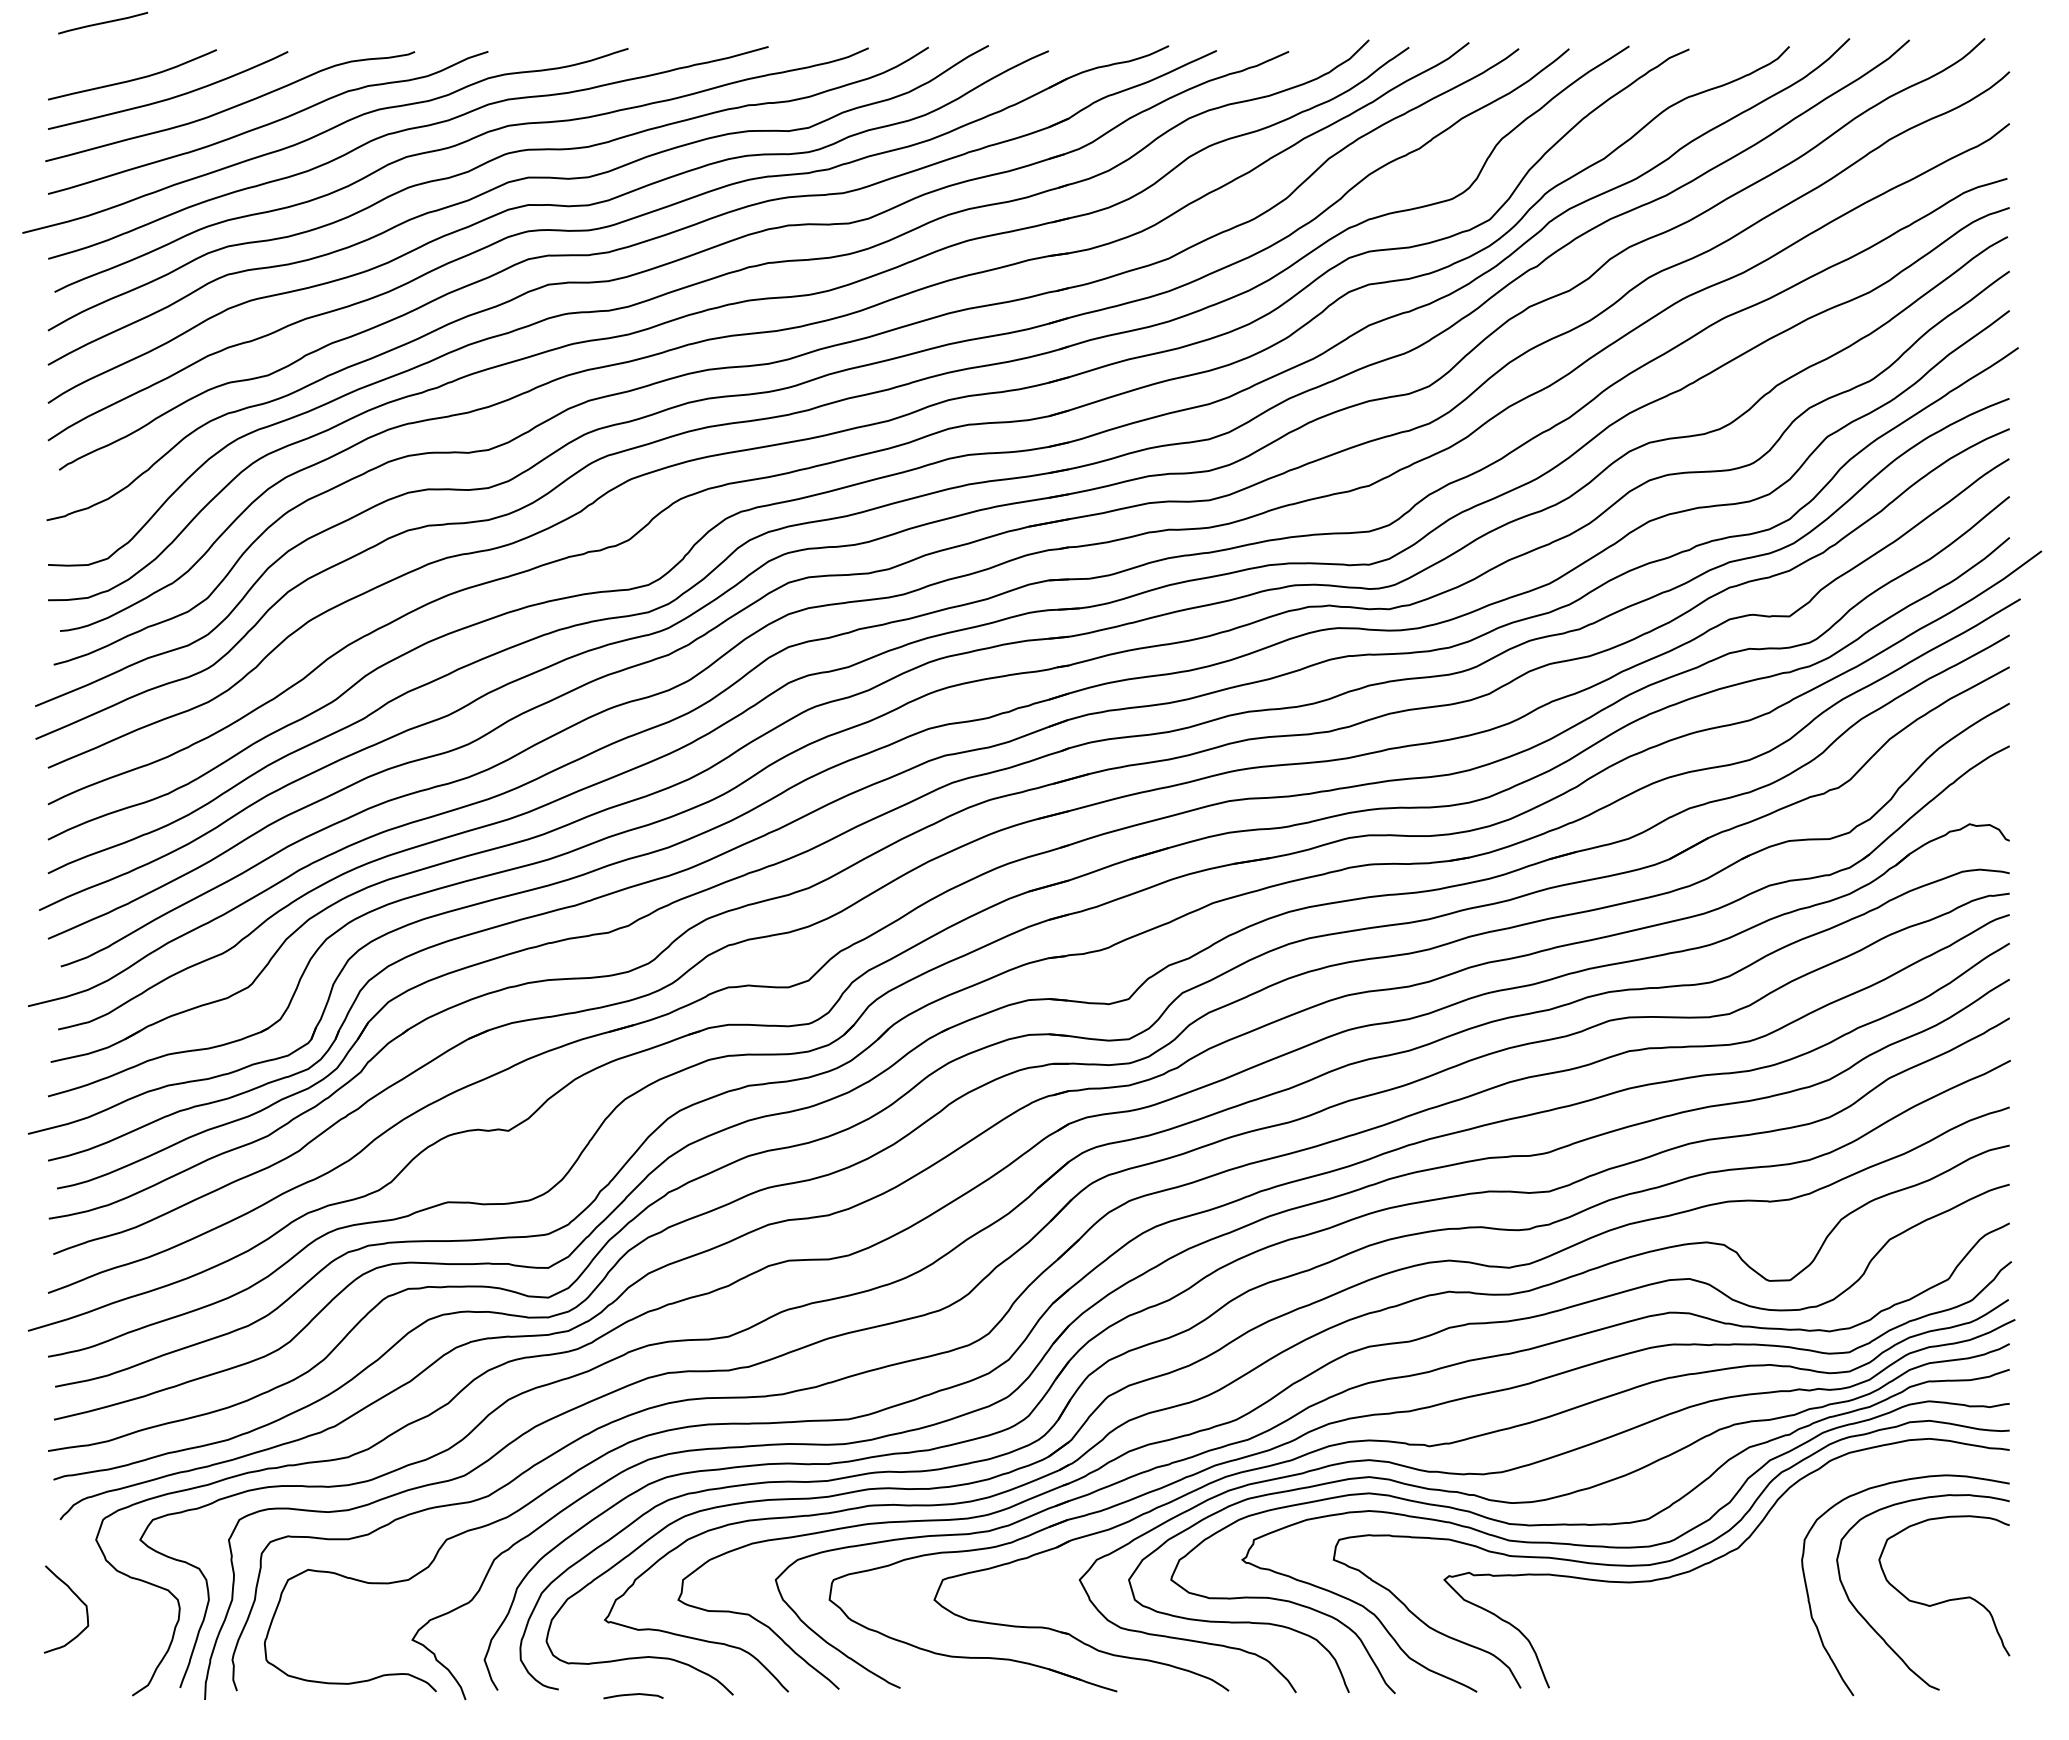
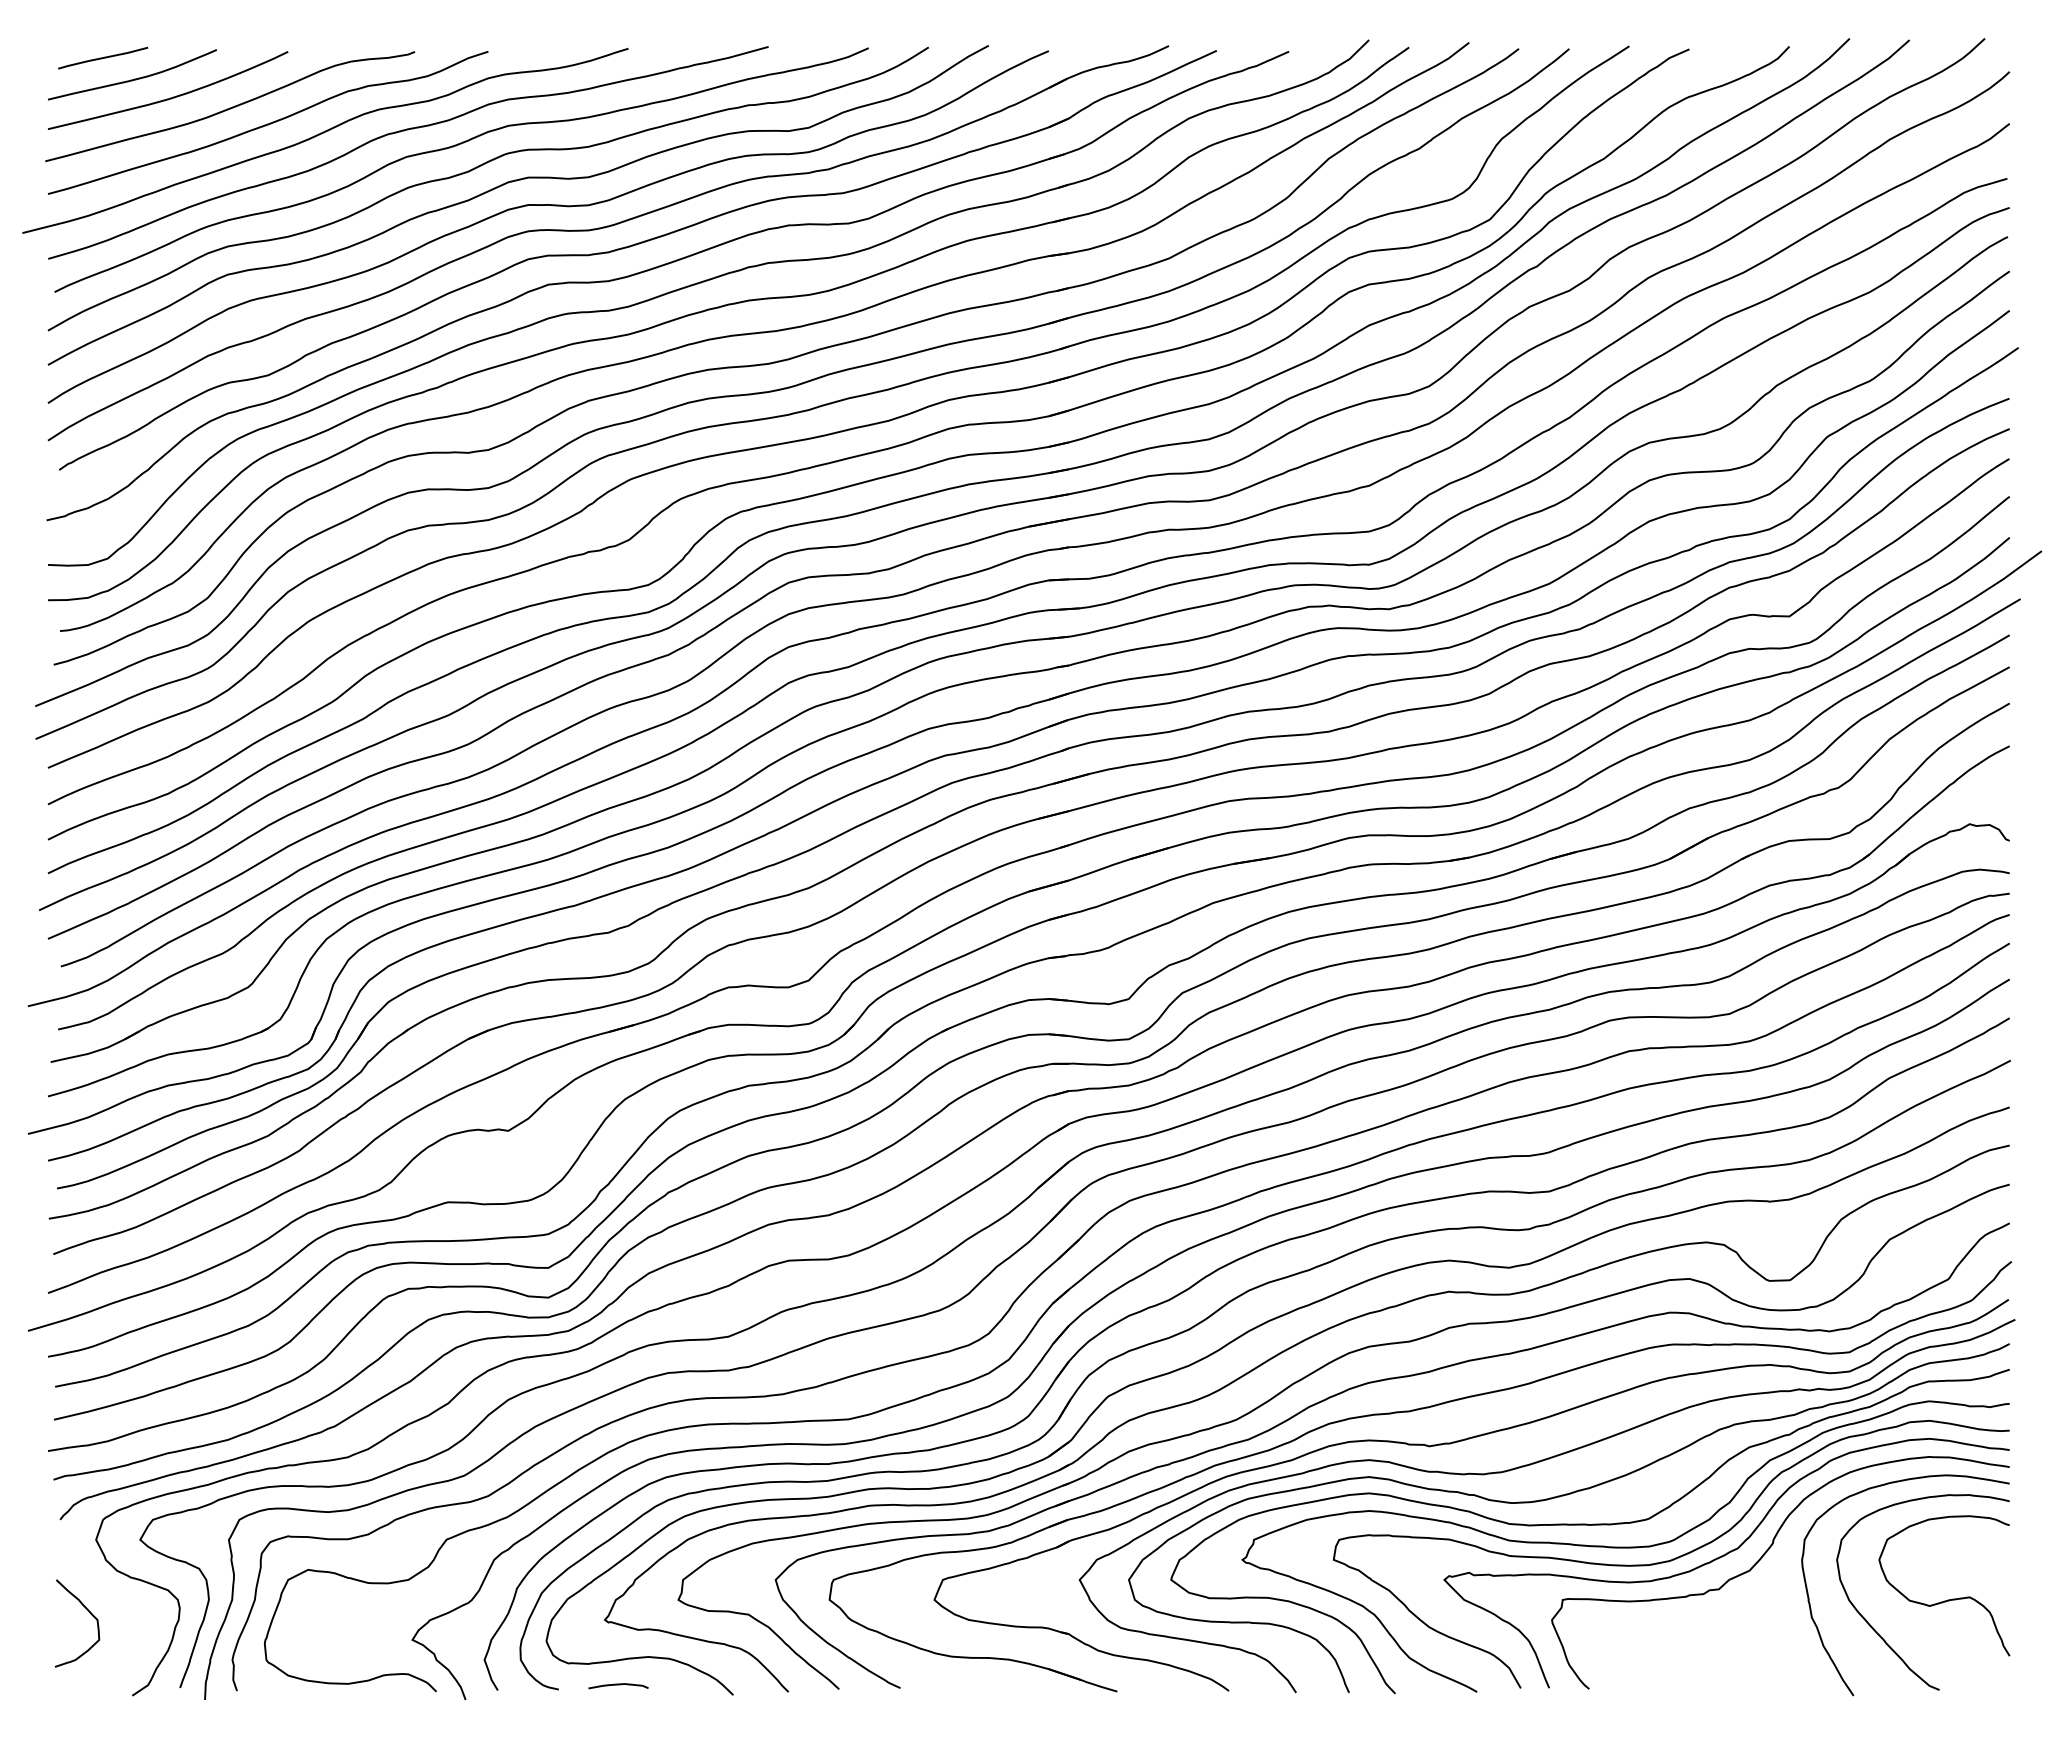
line at (103, 22) position: (103, 22) -> (103, 57)
curve at (1762, 1558): none -> present
curve at (77, 1598) position: (77, 1598) -> (88, 1612)
curve at (633, 1695) position: (633, 1695) -> (618, 1685)
